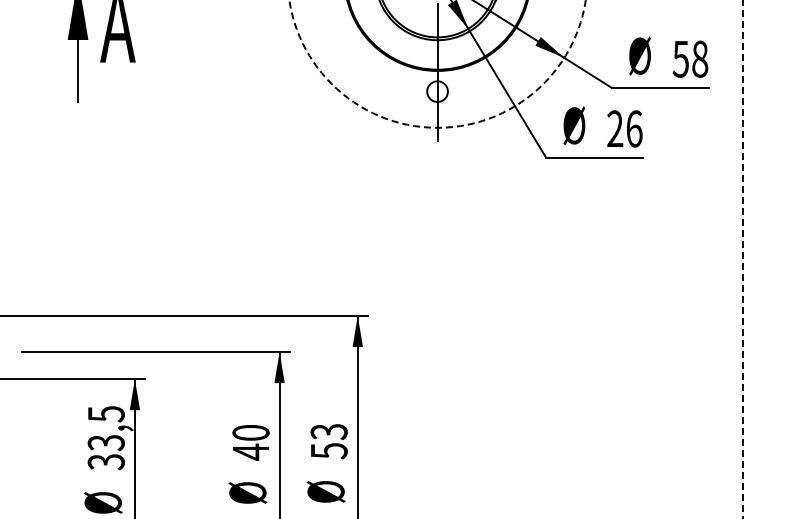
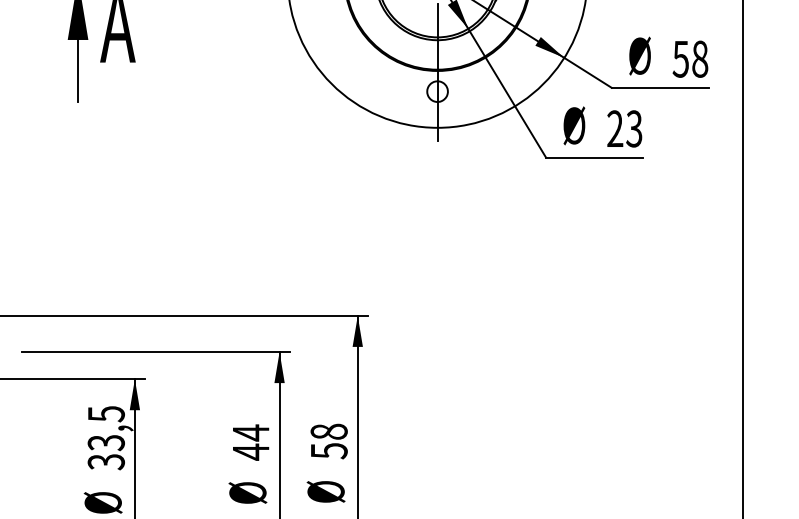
circle at (437, 63): dashed -> solid
text at (634, 128): 26 -> 23
line at (743, 259): dashed -> solid
text at (328, 431): 53 -> 58
text at (250, 432): 40 -> 44
